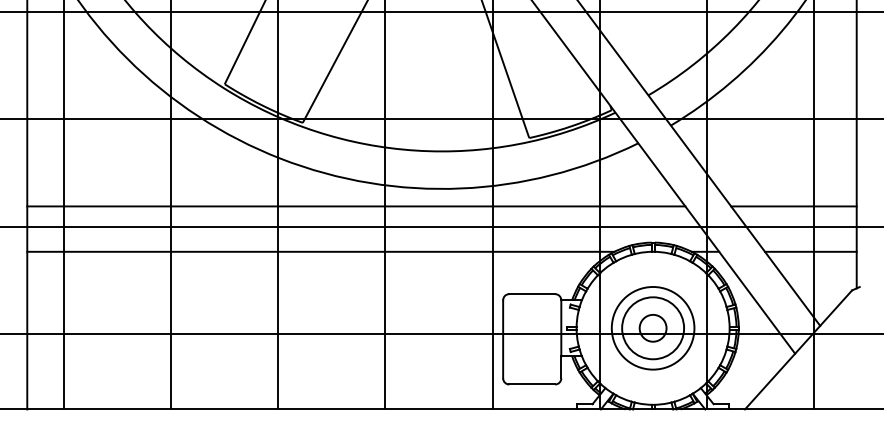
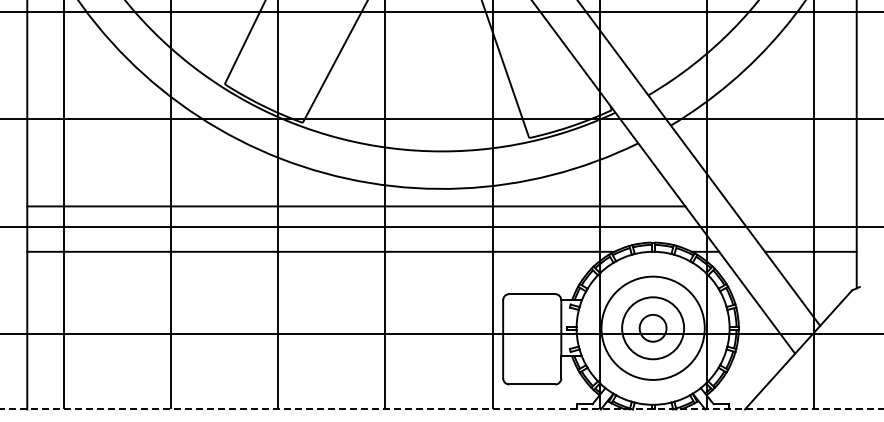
line at (793, 206): present -> none
circle at (652, 327) diameter: 83 px -> 103 px
line at (442, 409): solid -> dashed
